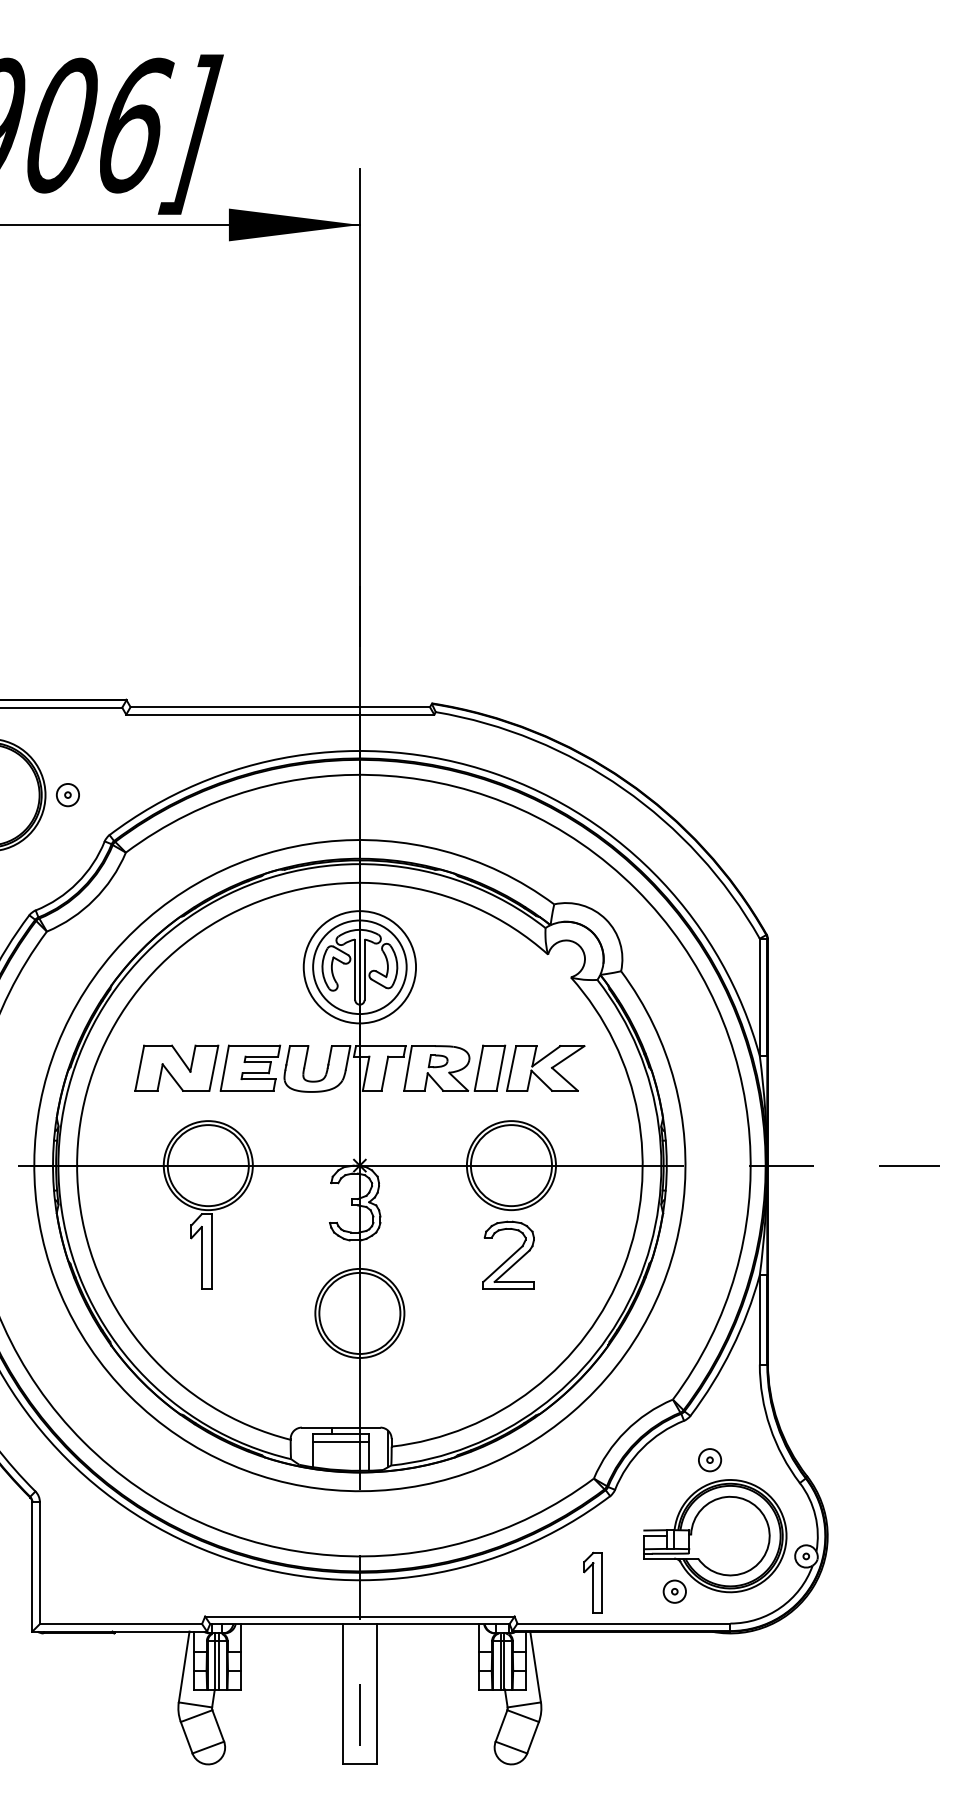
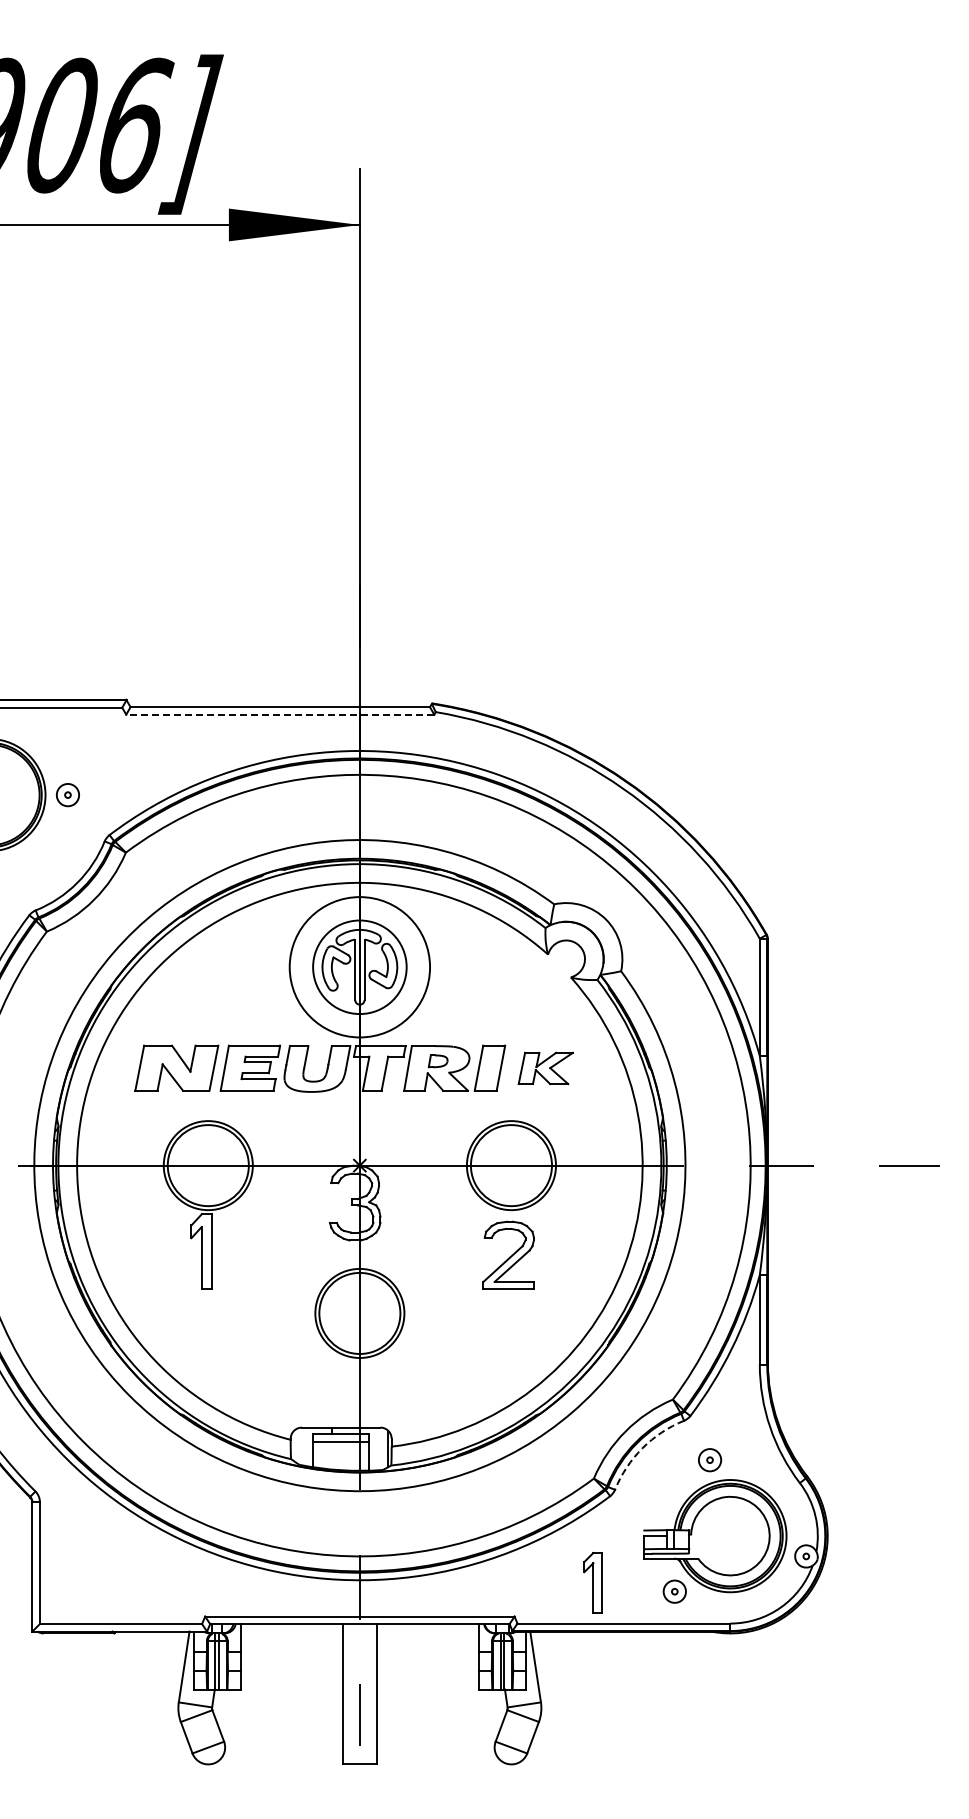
line at (279, 714): solid -> dashed
circle at (359, 967) diameter: 112 px -> 140 px
part at (545, 1068) size: 80x47 px -> 57x35 px
arc at (642, 1448): solid -> dashed
